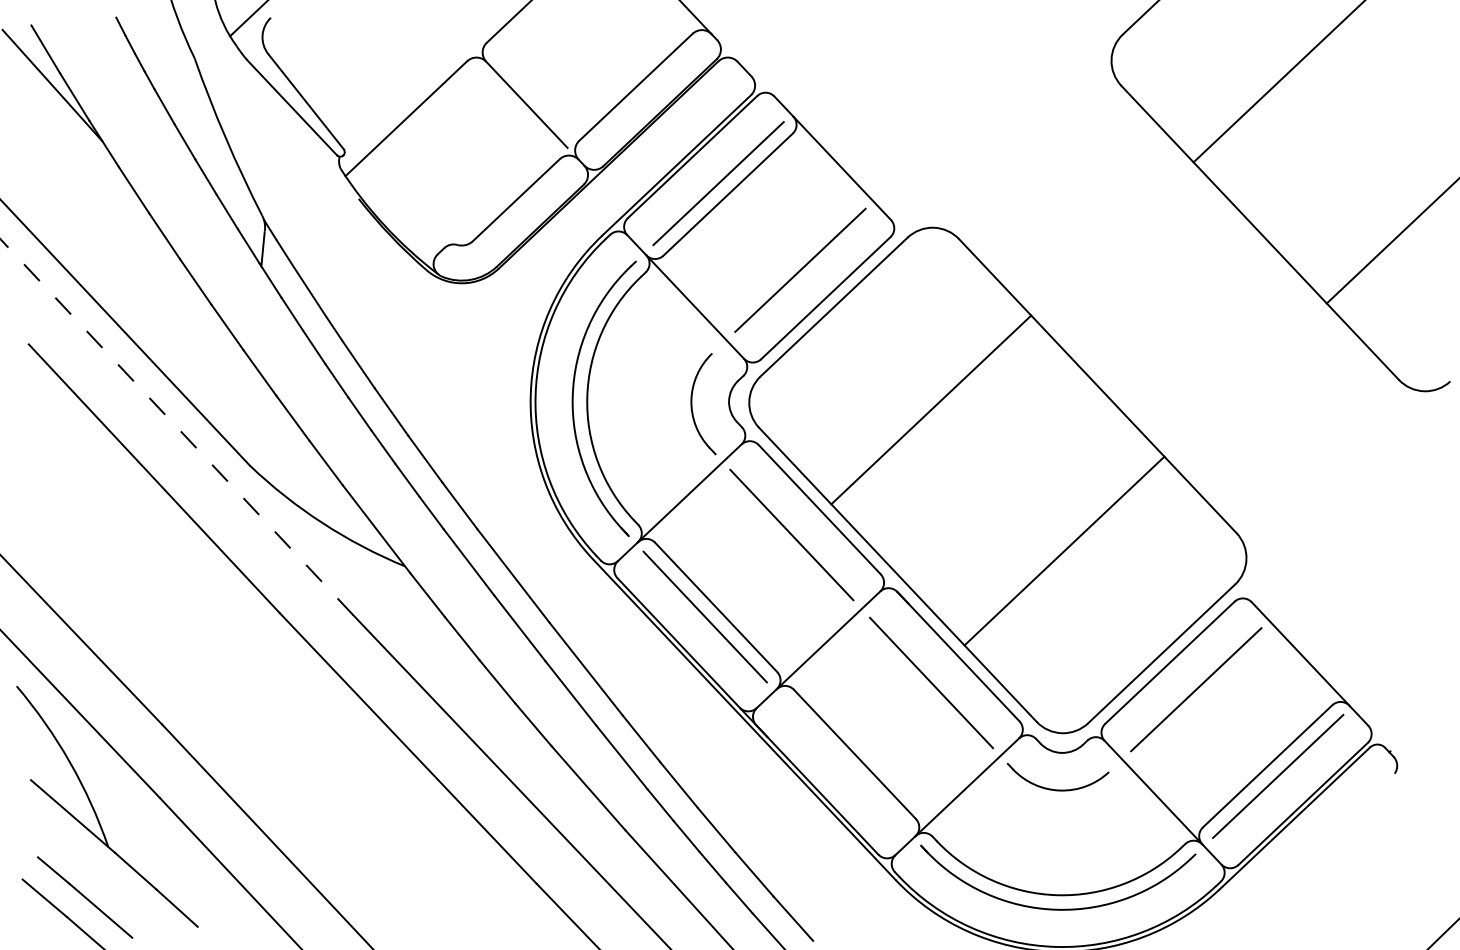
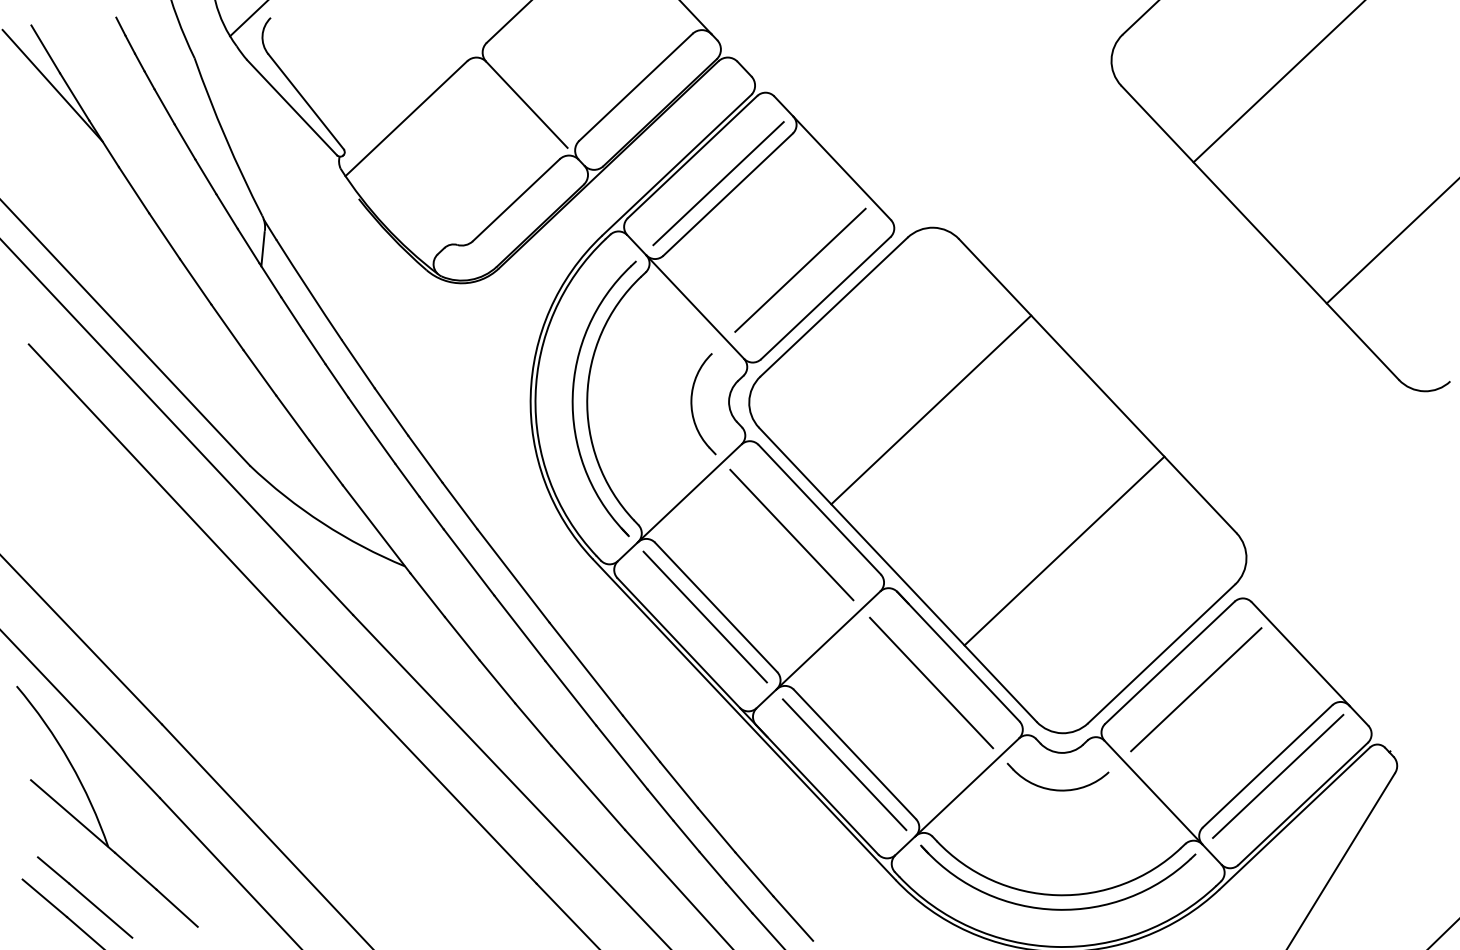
line at (176, 427): dashed -> solid
line at (844, 764): none -> present
line at (1341, 859): none -> present
